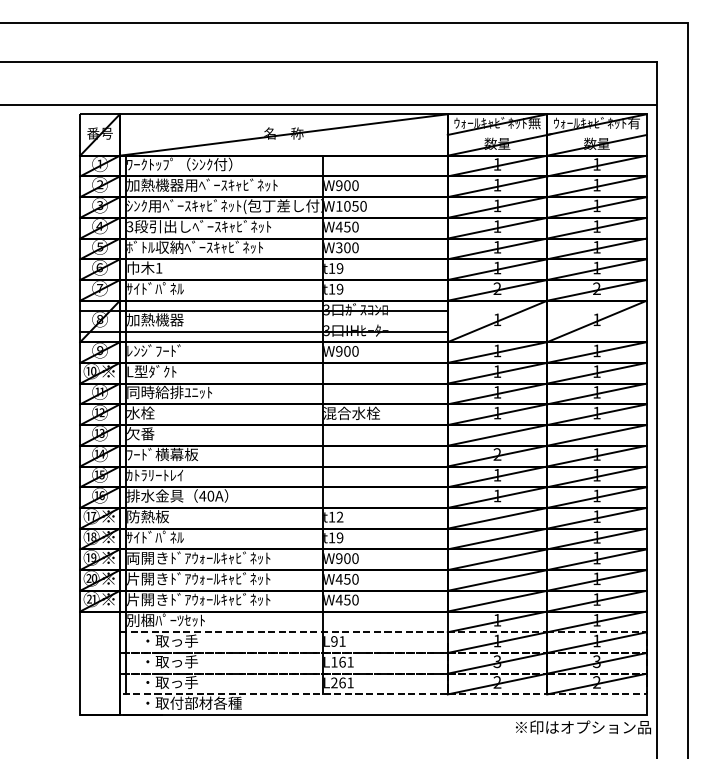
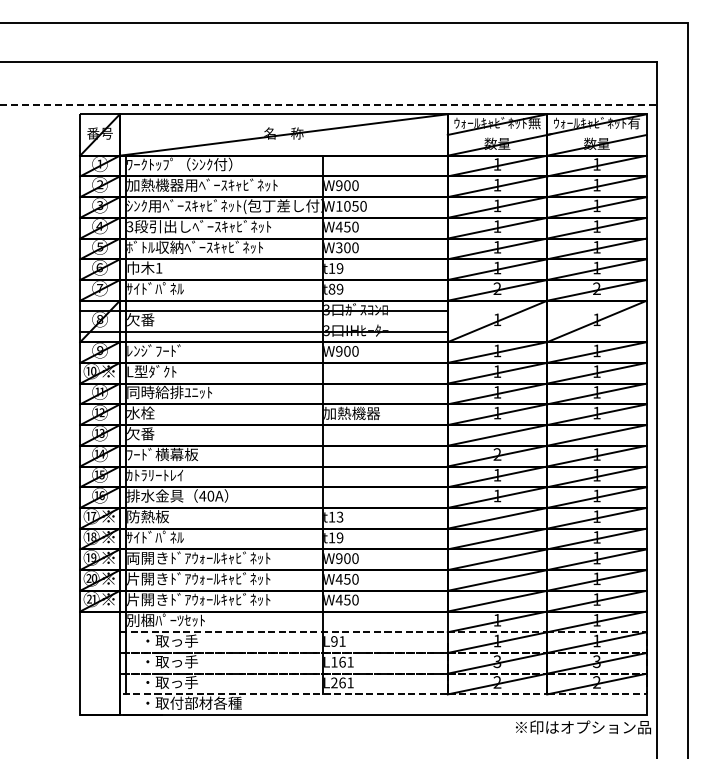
line at (329, 104): solid -> dashed
text at (331, 288): t19 -> t89
text at (155, 319): 加熱機器 -> 欠番
text at (352, 413): 混合水栓 -> 加熱機器
text at (339, 517): t12 -> t13
